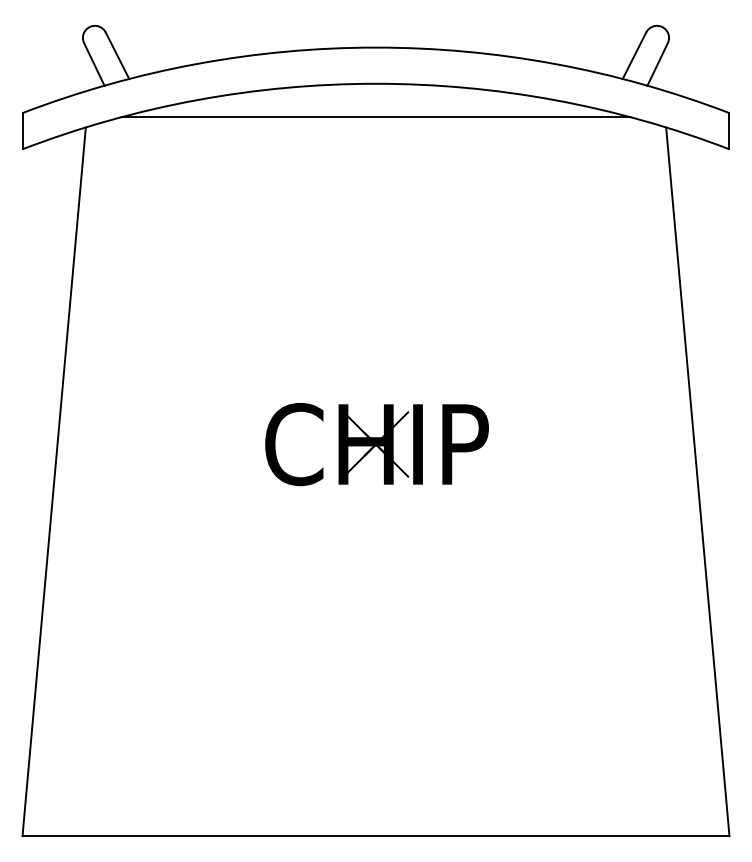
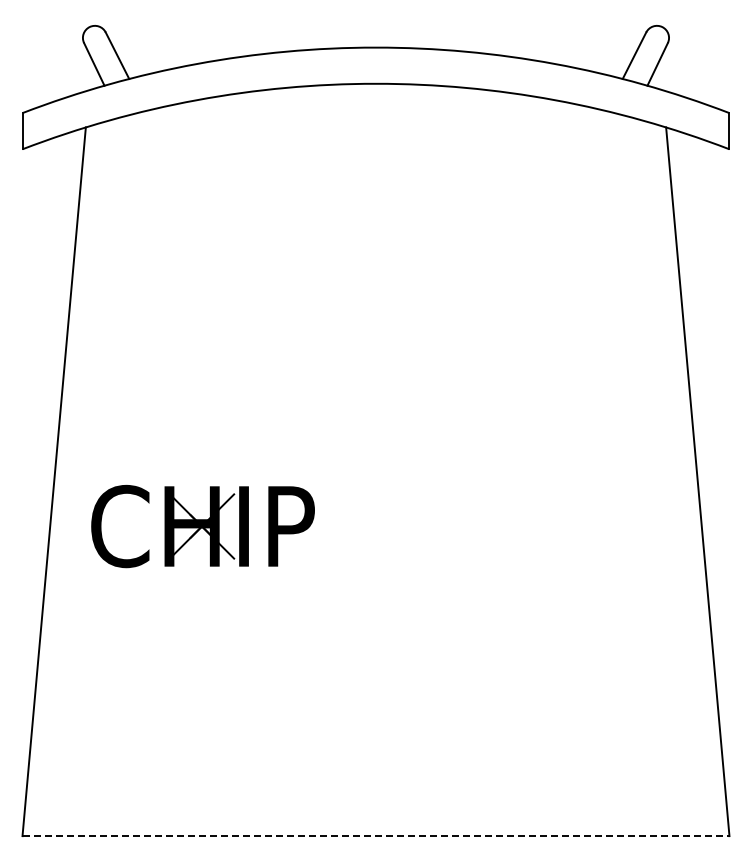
line at (375, 117): present -> none
part at (376, 444) position: (376, 444) -> (202, 526)
line at (376, 836): solid -> dashed
